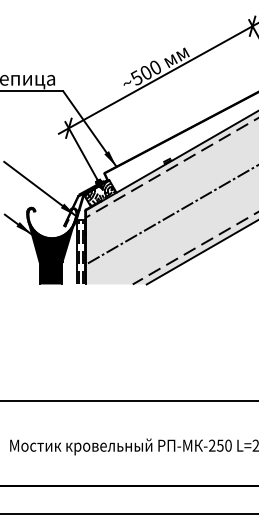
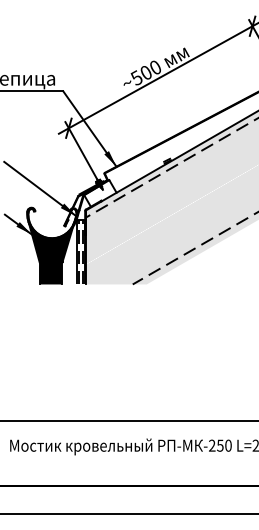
hatch at (99, 192): present -> none
line at (170, 215): present -> none
line at (200, 252): present -> none
line at (128, 400) position: (128, 400) -> (128, 420)
